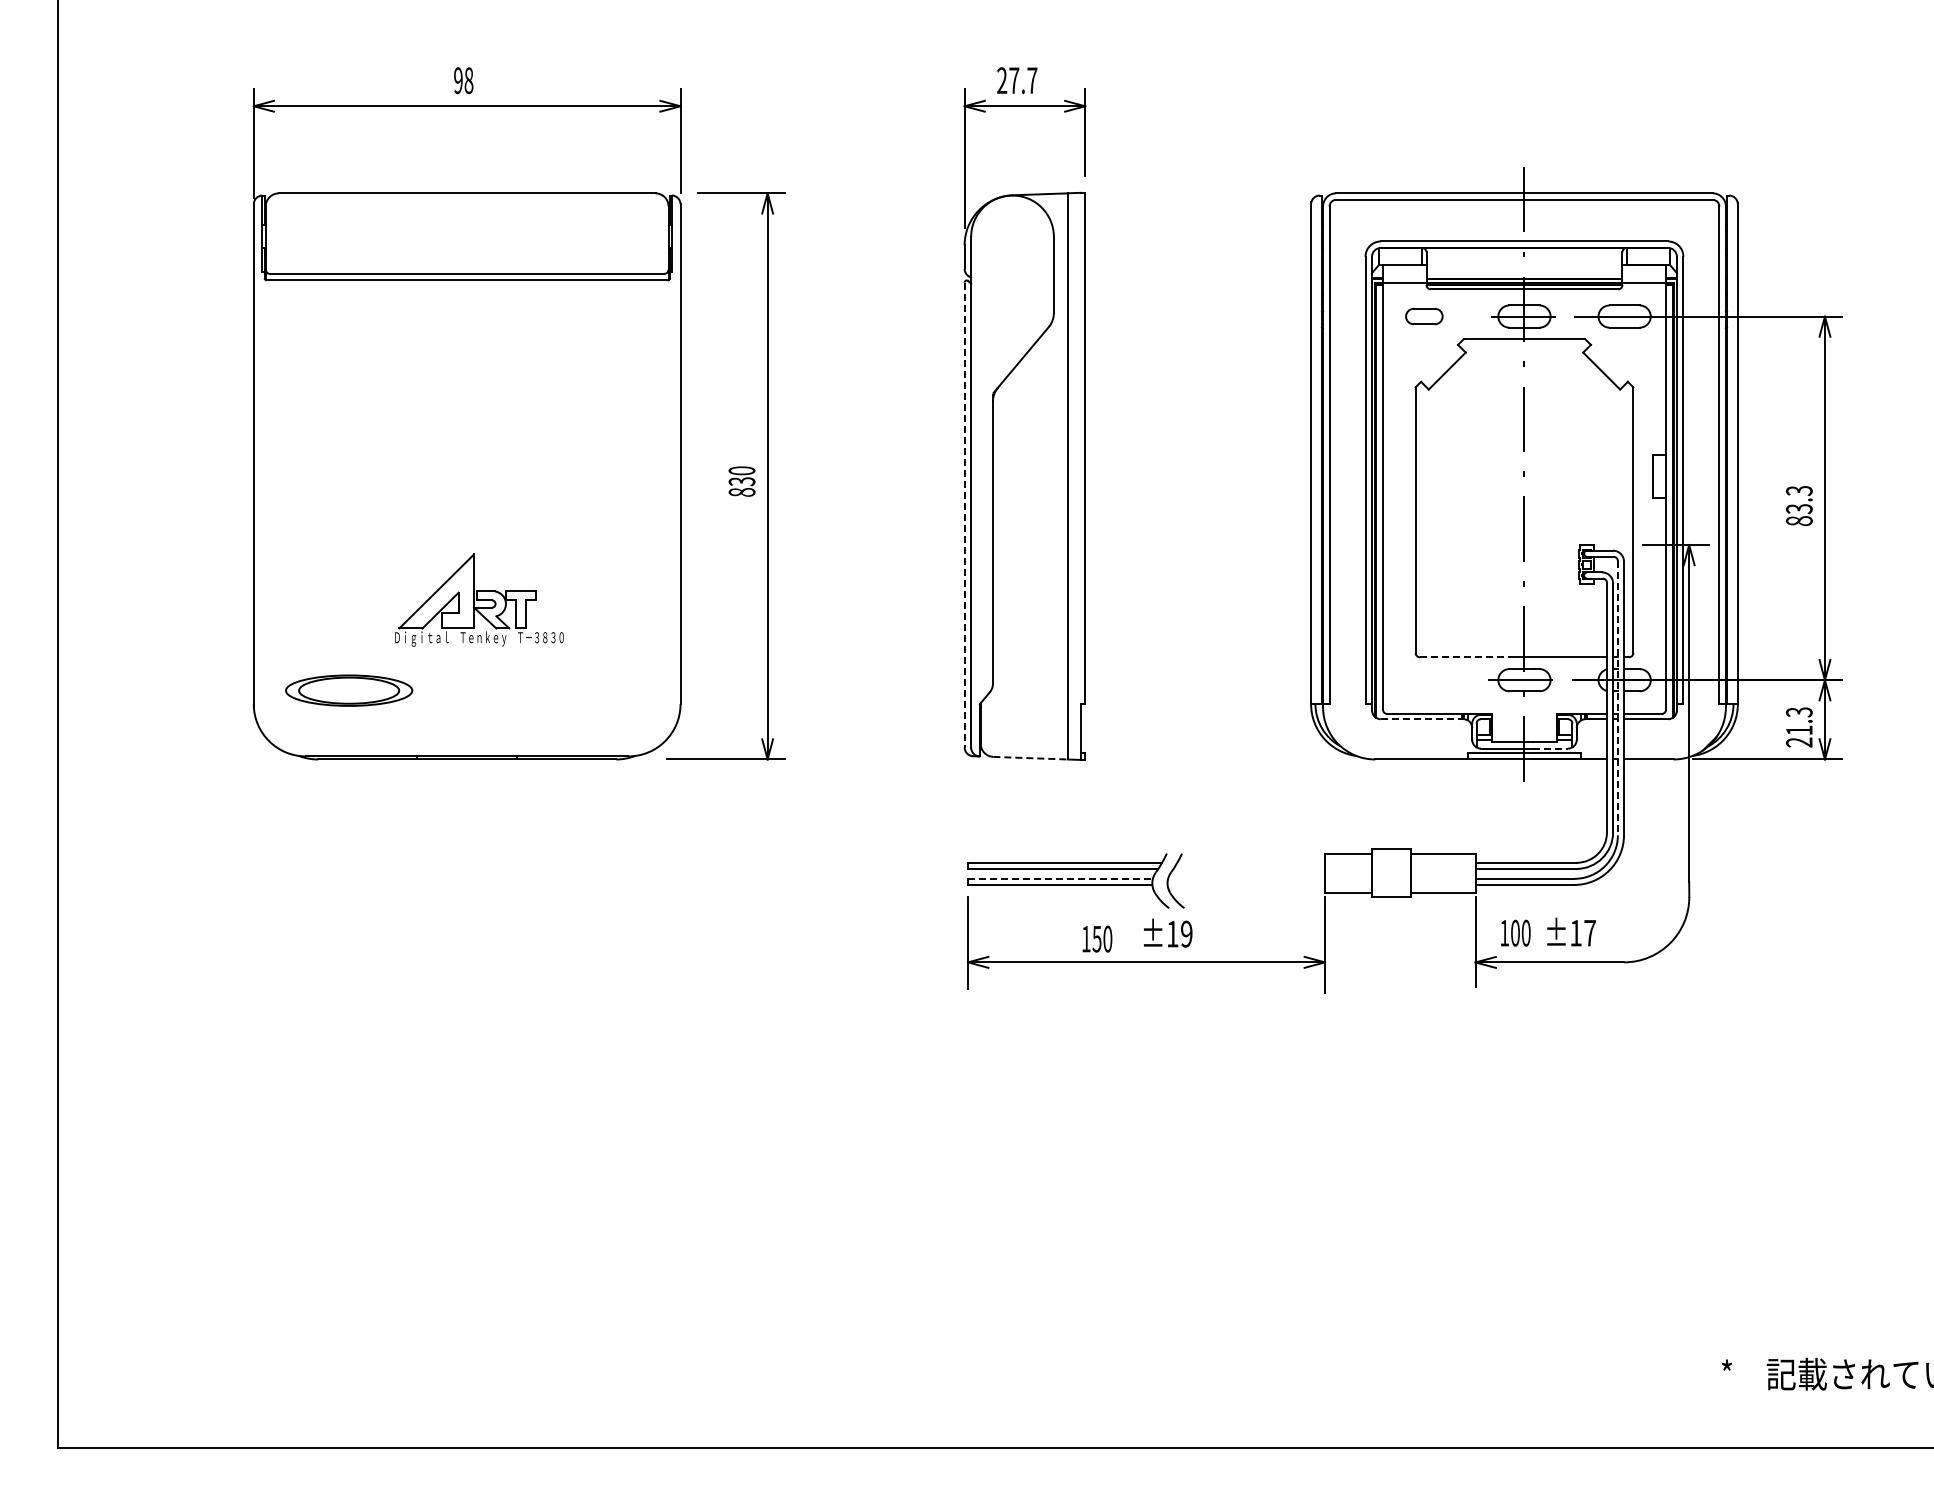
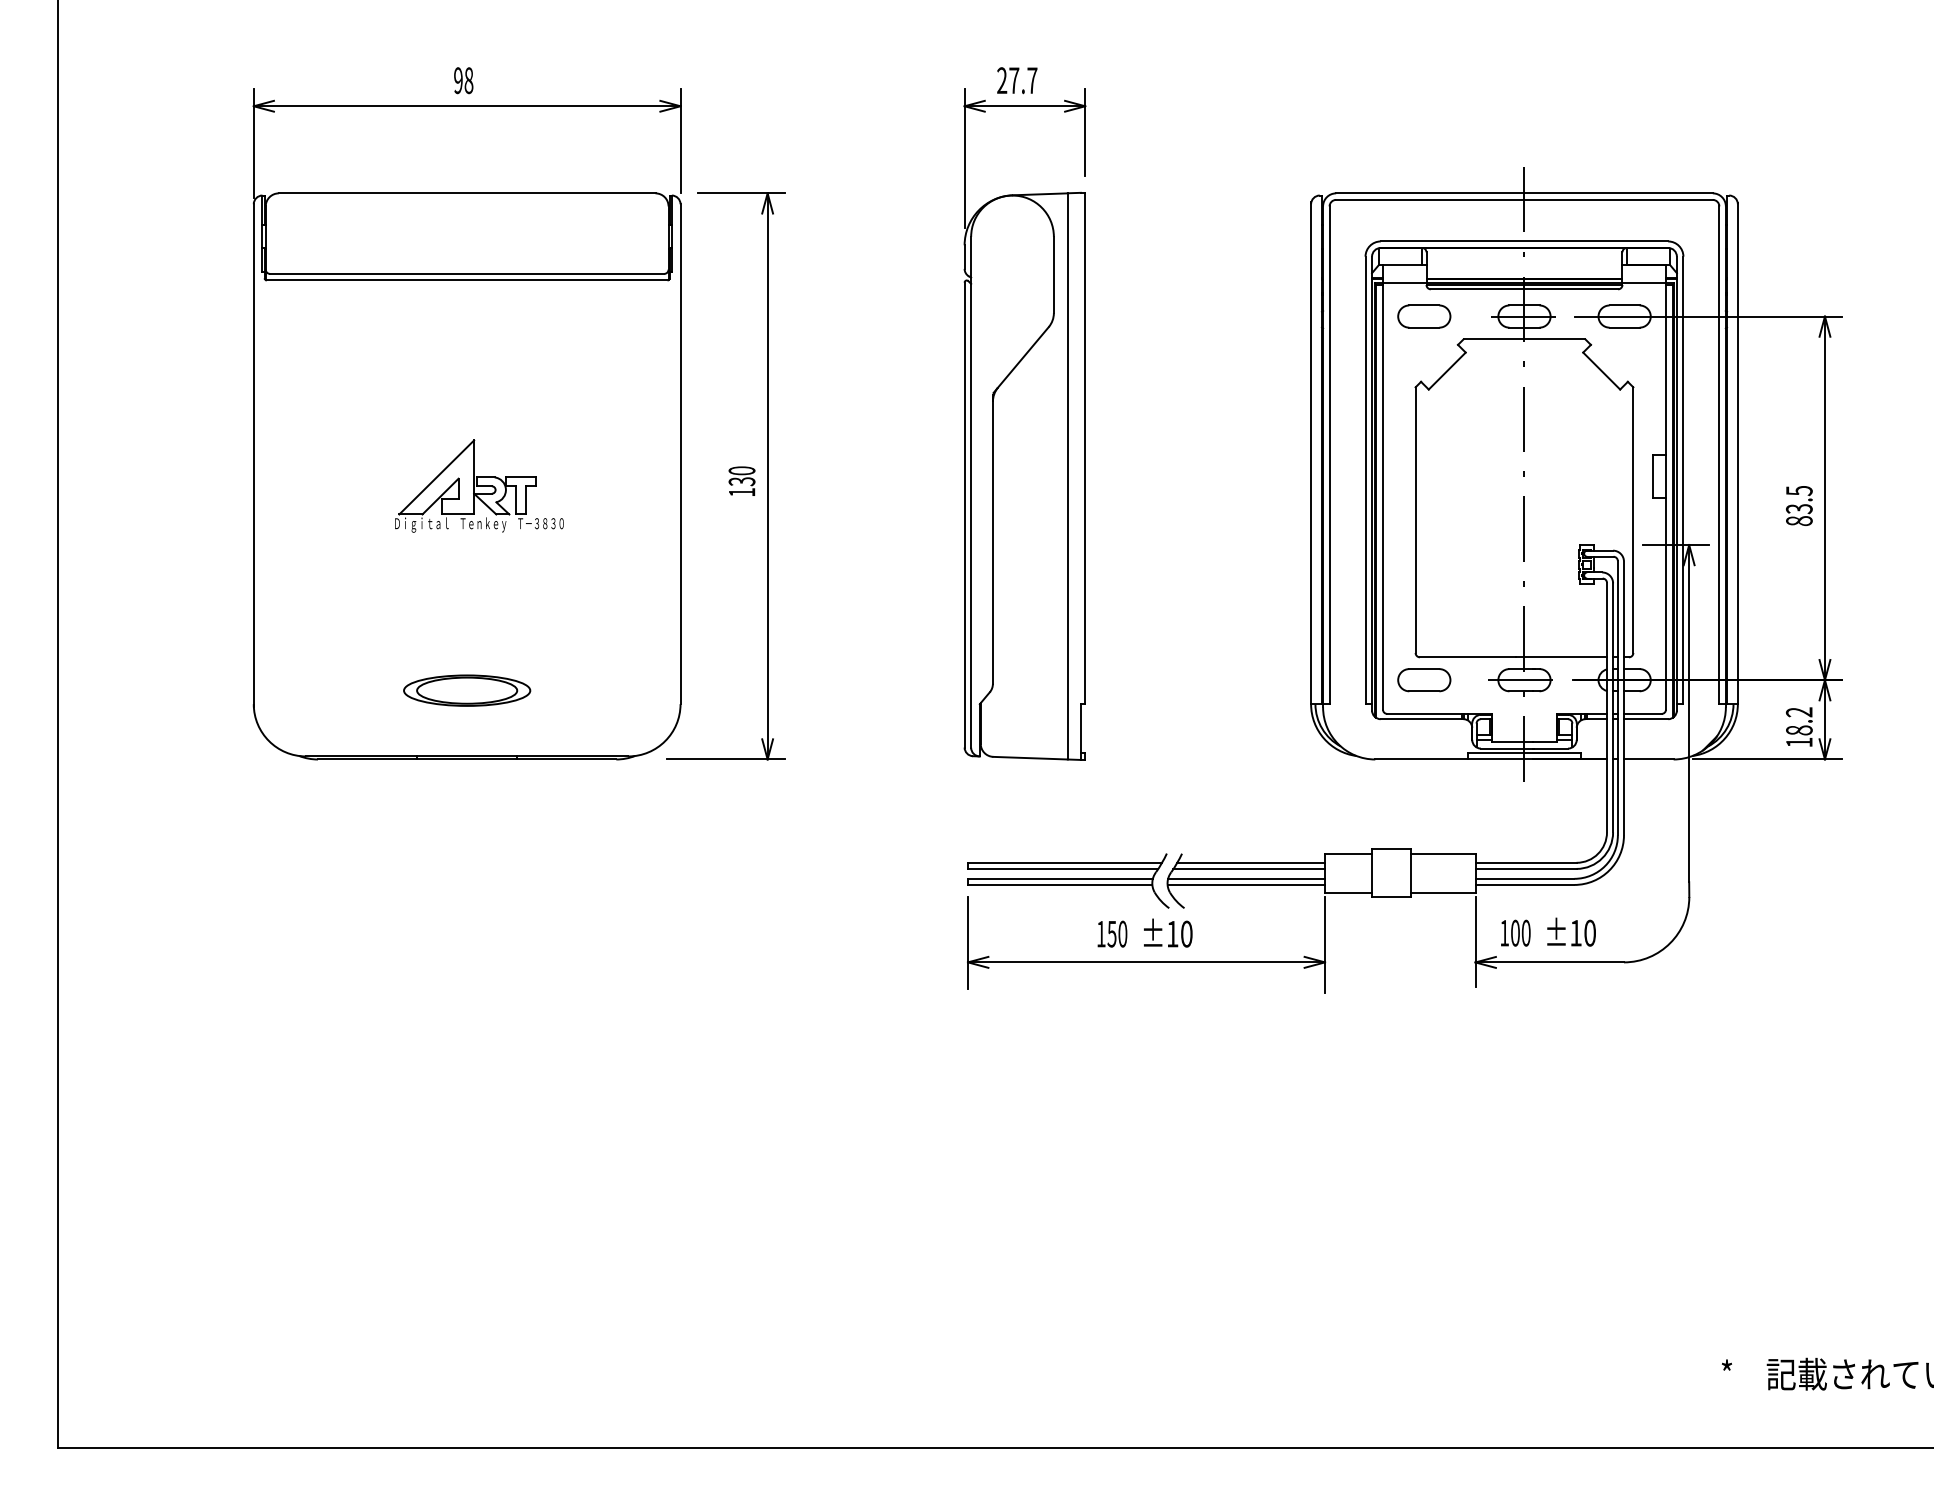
part at (1424, 316) size: 39x19 px -> 55x25 px
text at (1798, 490): 83.3 -> 83.5
text at (741, 491): 830 -> 130
line at (964, 515): dashed -> solid
part at (479, 599) position: (479, 599) -> (479, 485)
line at (1468, 657): dashed -> solid
part at (1424, 680): none -> present
part at (349, 690) position: (349, 690) -> (467, 690)
line at (1617, 698): dashed -> solid
line at (1422, 719): dashed -> solid
text at (1799, 727): 21.3 -> 18.2
line at (1550, 748): dashed -> solid
line at (1031, 758): dashed -> solid
line at (1251, 862): none -> present
line at (1249, 868): none -> present
line at (1060, 878): dashed -> solid
line at (1246, 878): none -> present
line at (1246, 884): none -> present
text at (1589, 932): ±17 -> ±10
text at (1186, 933): ±19 -> ±10
text at (1097, 938) position: (1097, 938) -> (1112, 933)
